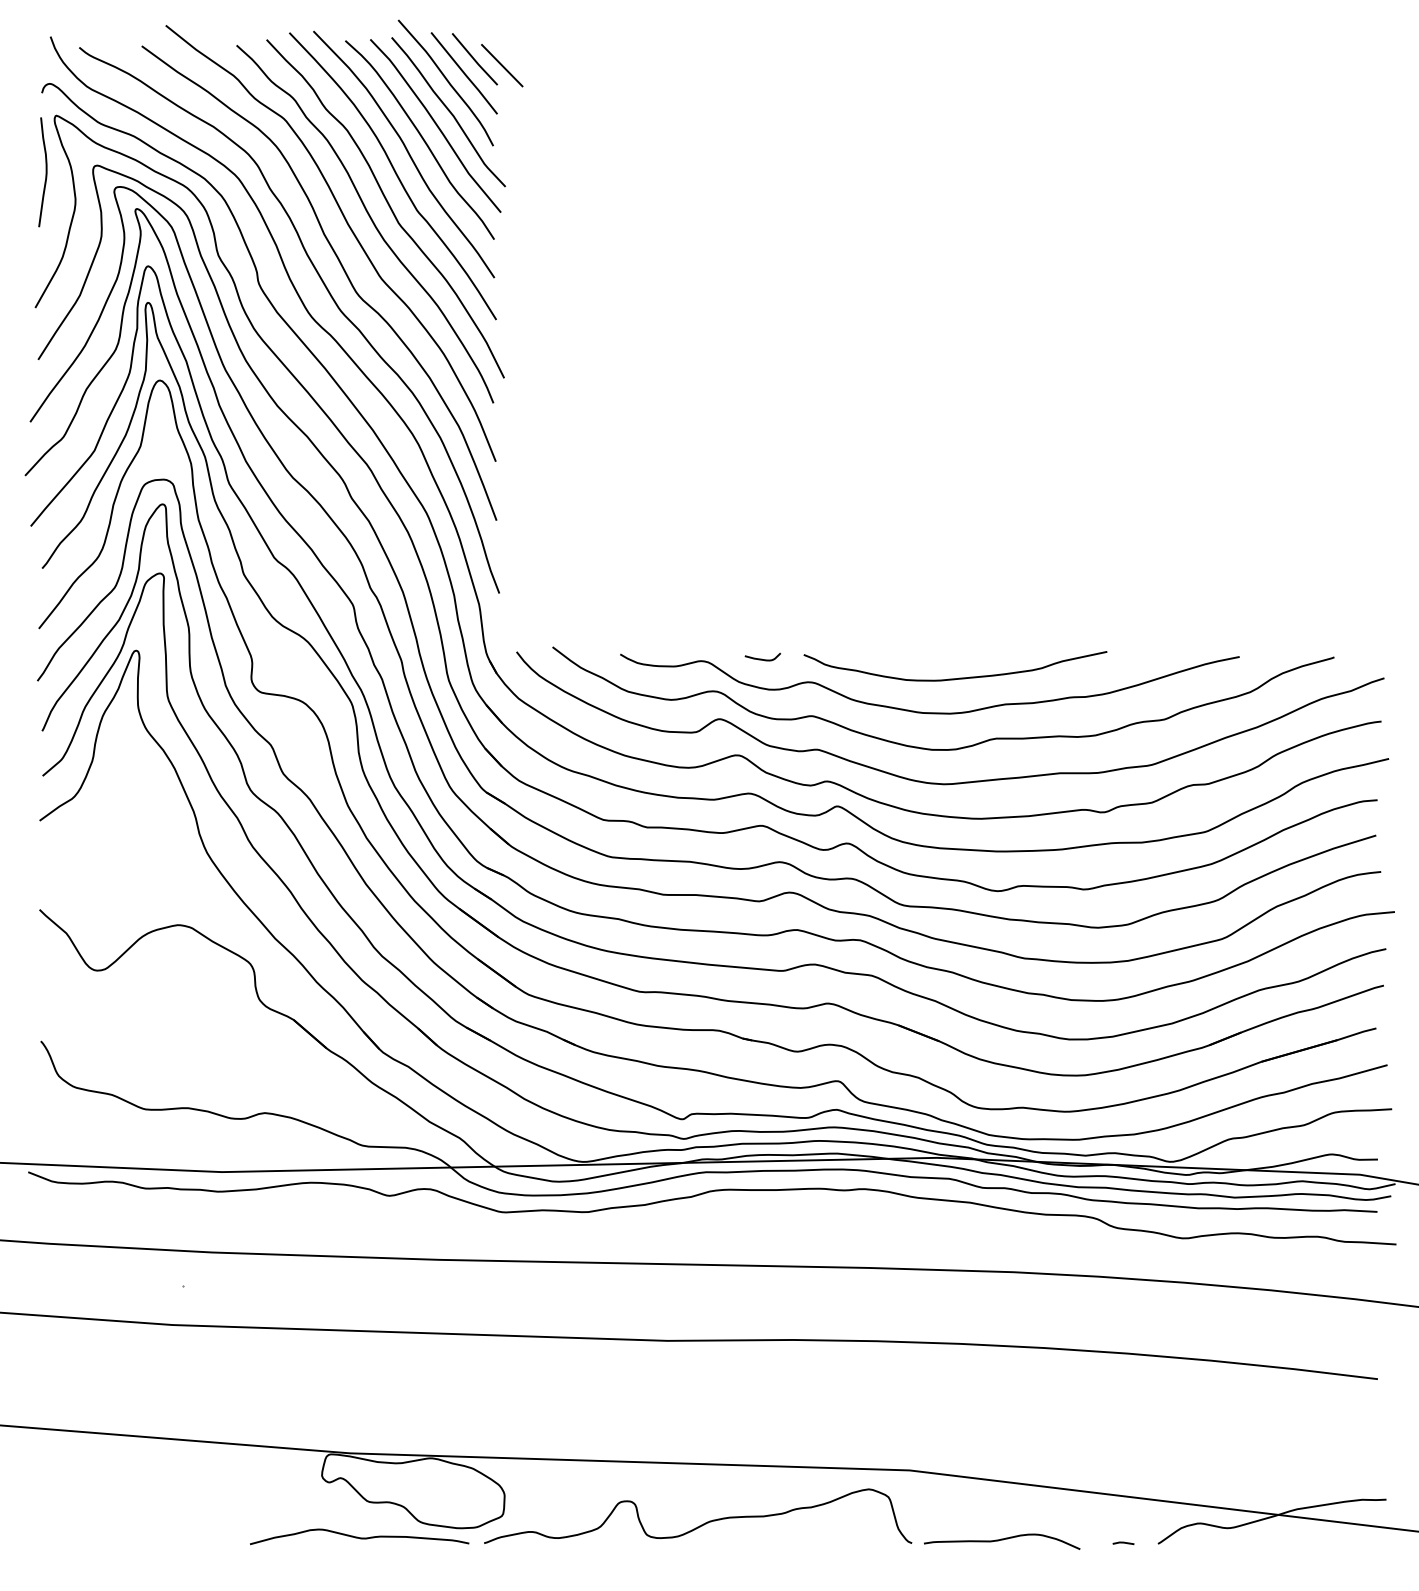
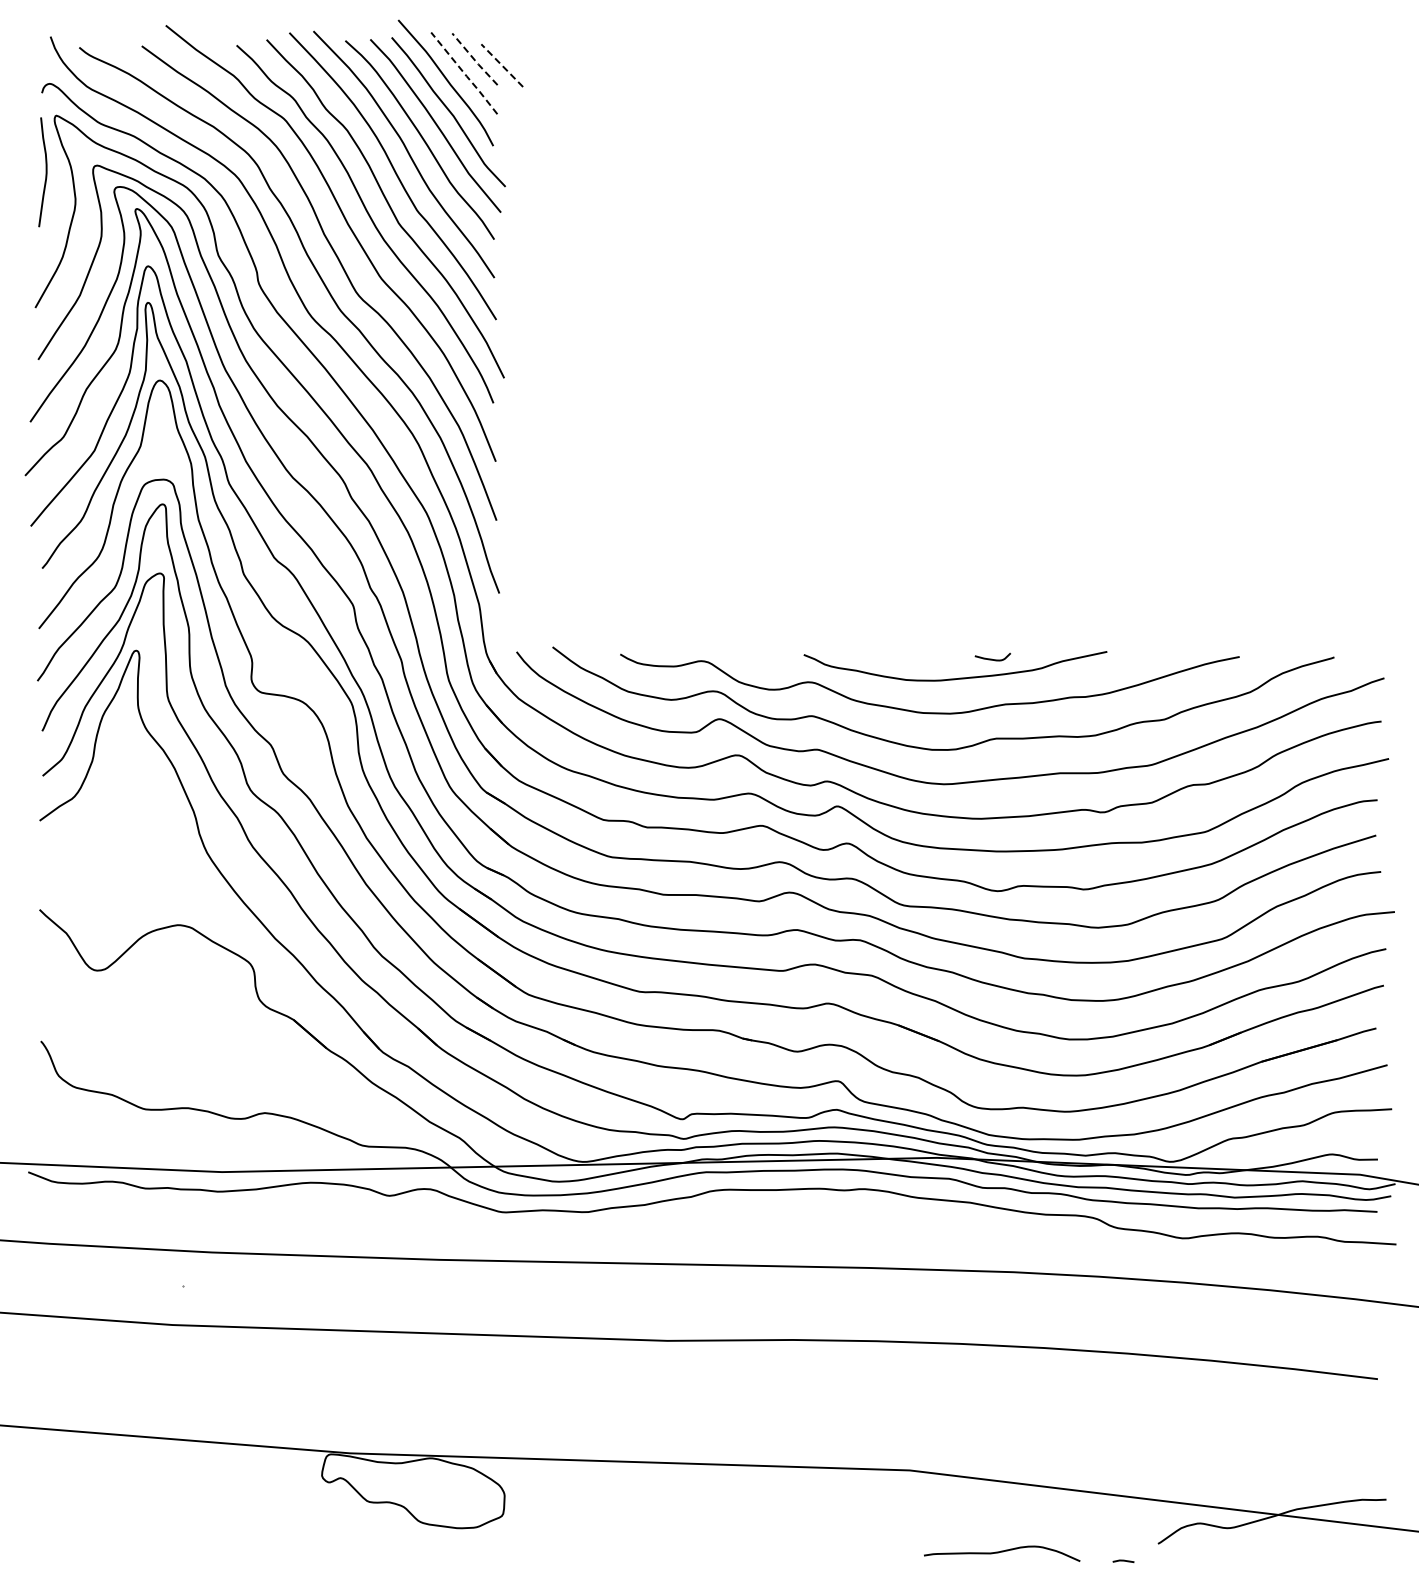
line at (474, 59): solid -> dashed
line at (502, 65): solid -> dashed
line at (464, 74): solid -> dashed
curve at (762, 658) position: (762, 658) -> (992, 658)
curve at (703, 1523): present -> none
curve at (359, 1537): present -> none
curve at (1002, 1540) position: (1002, 1540) -> (1002, 1552)
line at (1123, 1542) position: (1123, 1542) -> (1123, 1560)
